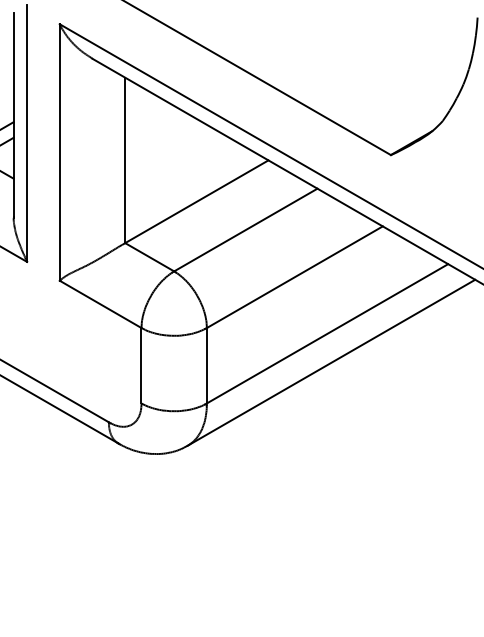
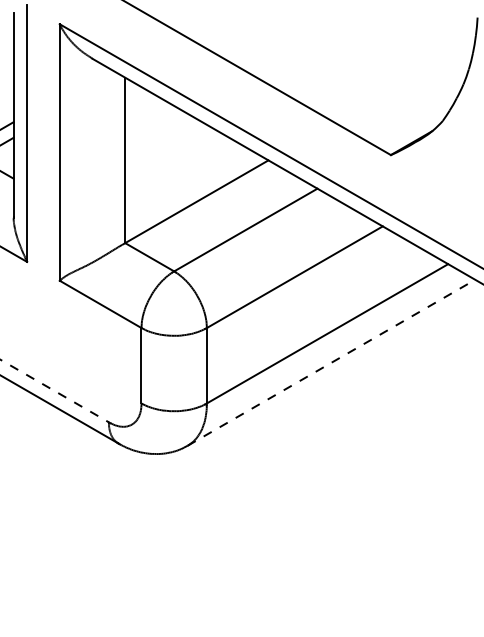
line at (331, 362): solid -> dashed
line at (55, 391): solid -> dashed
